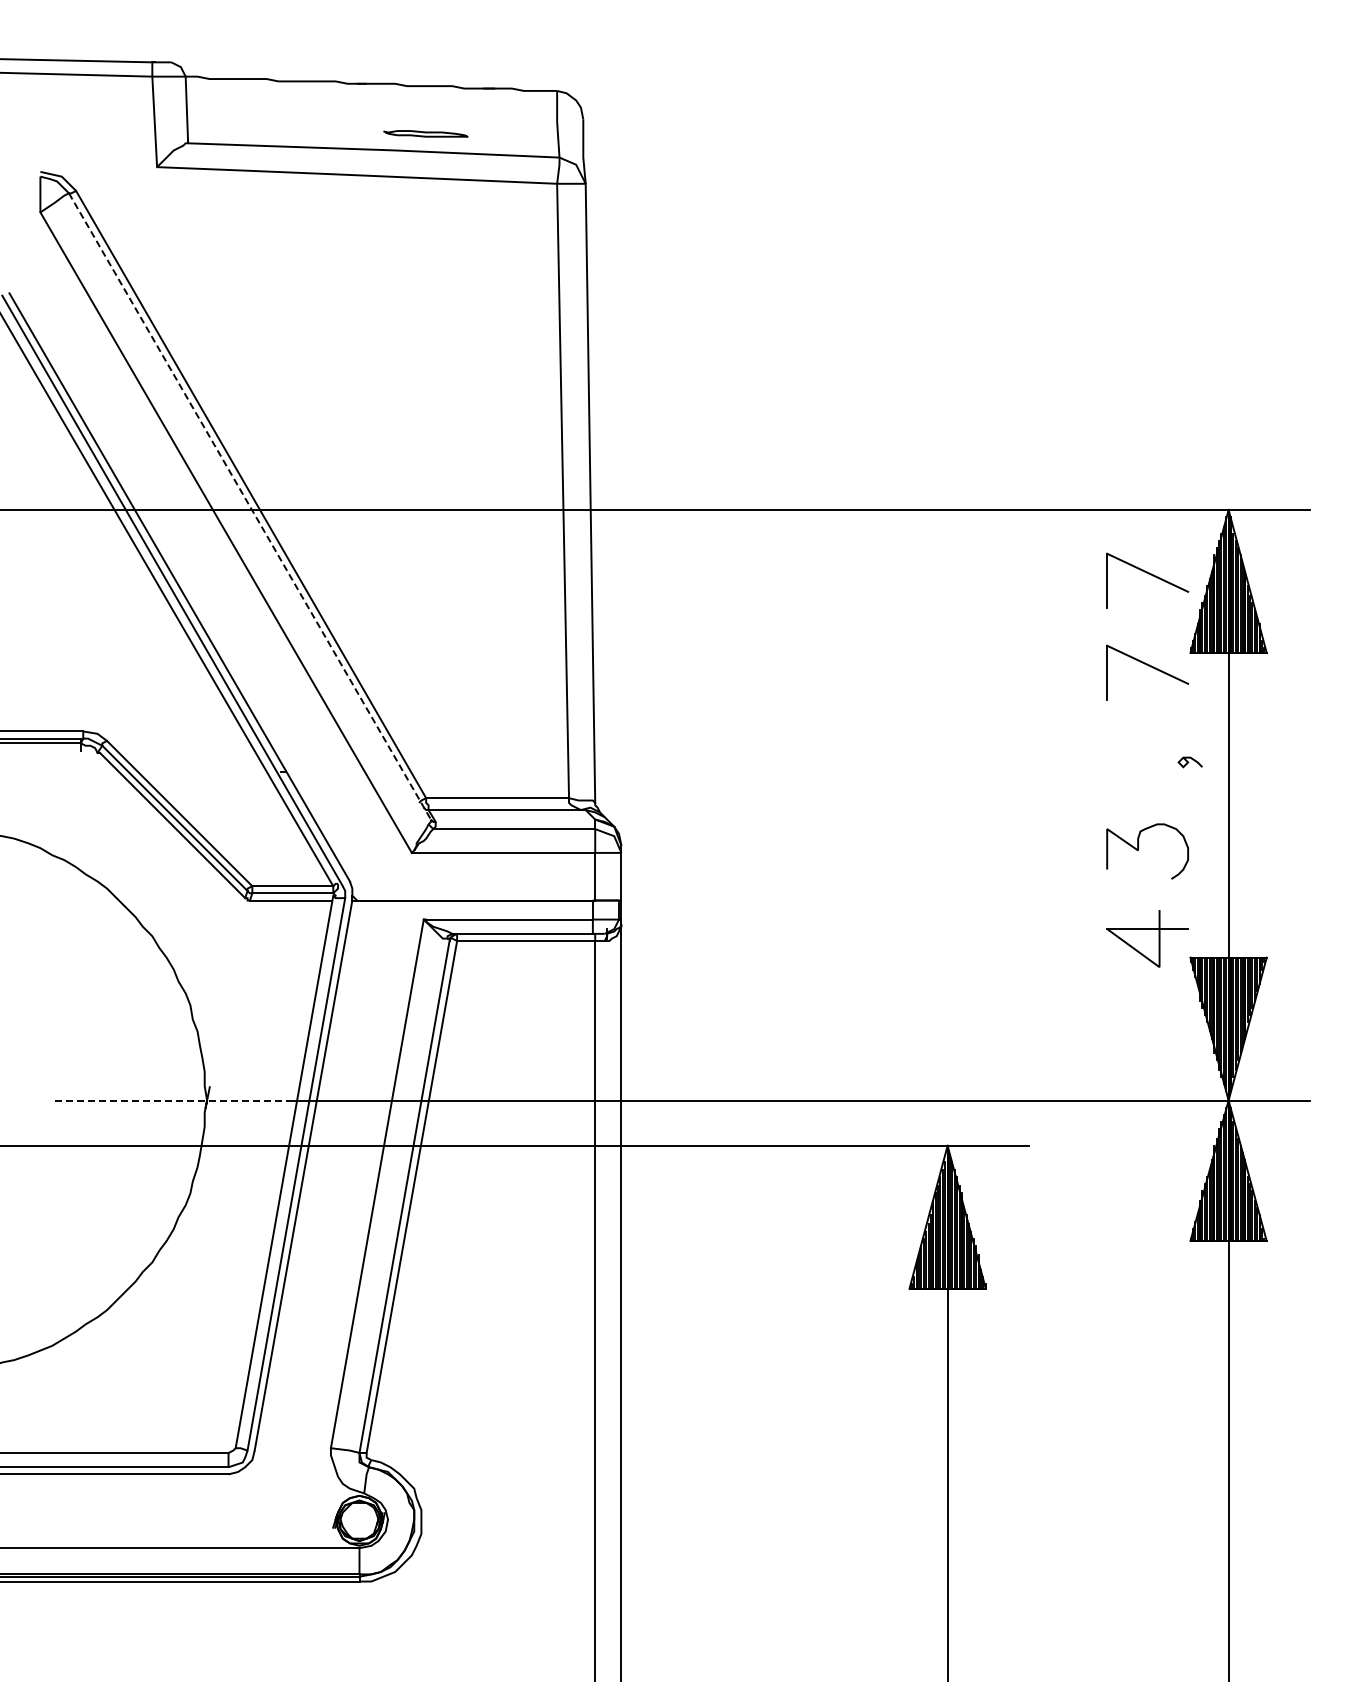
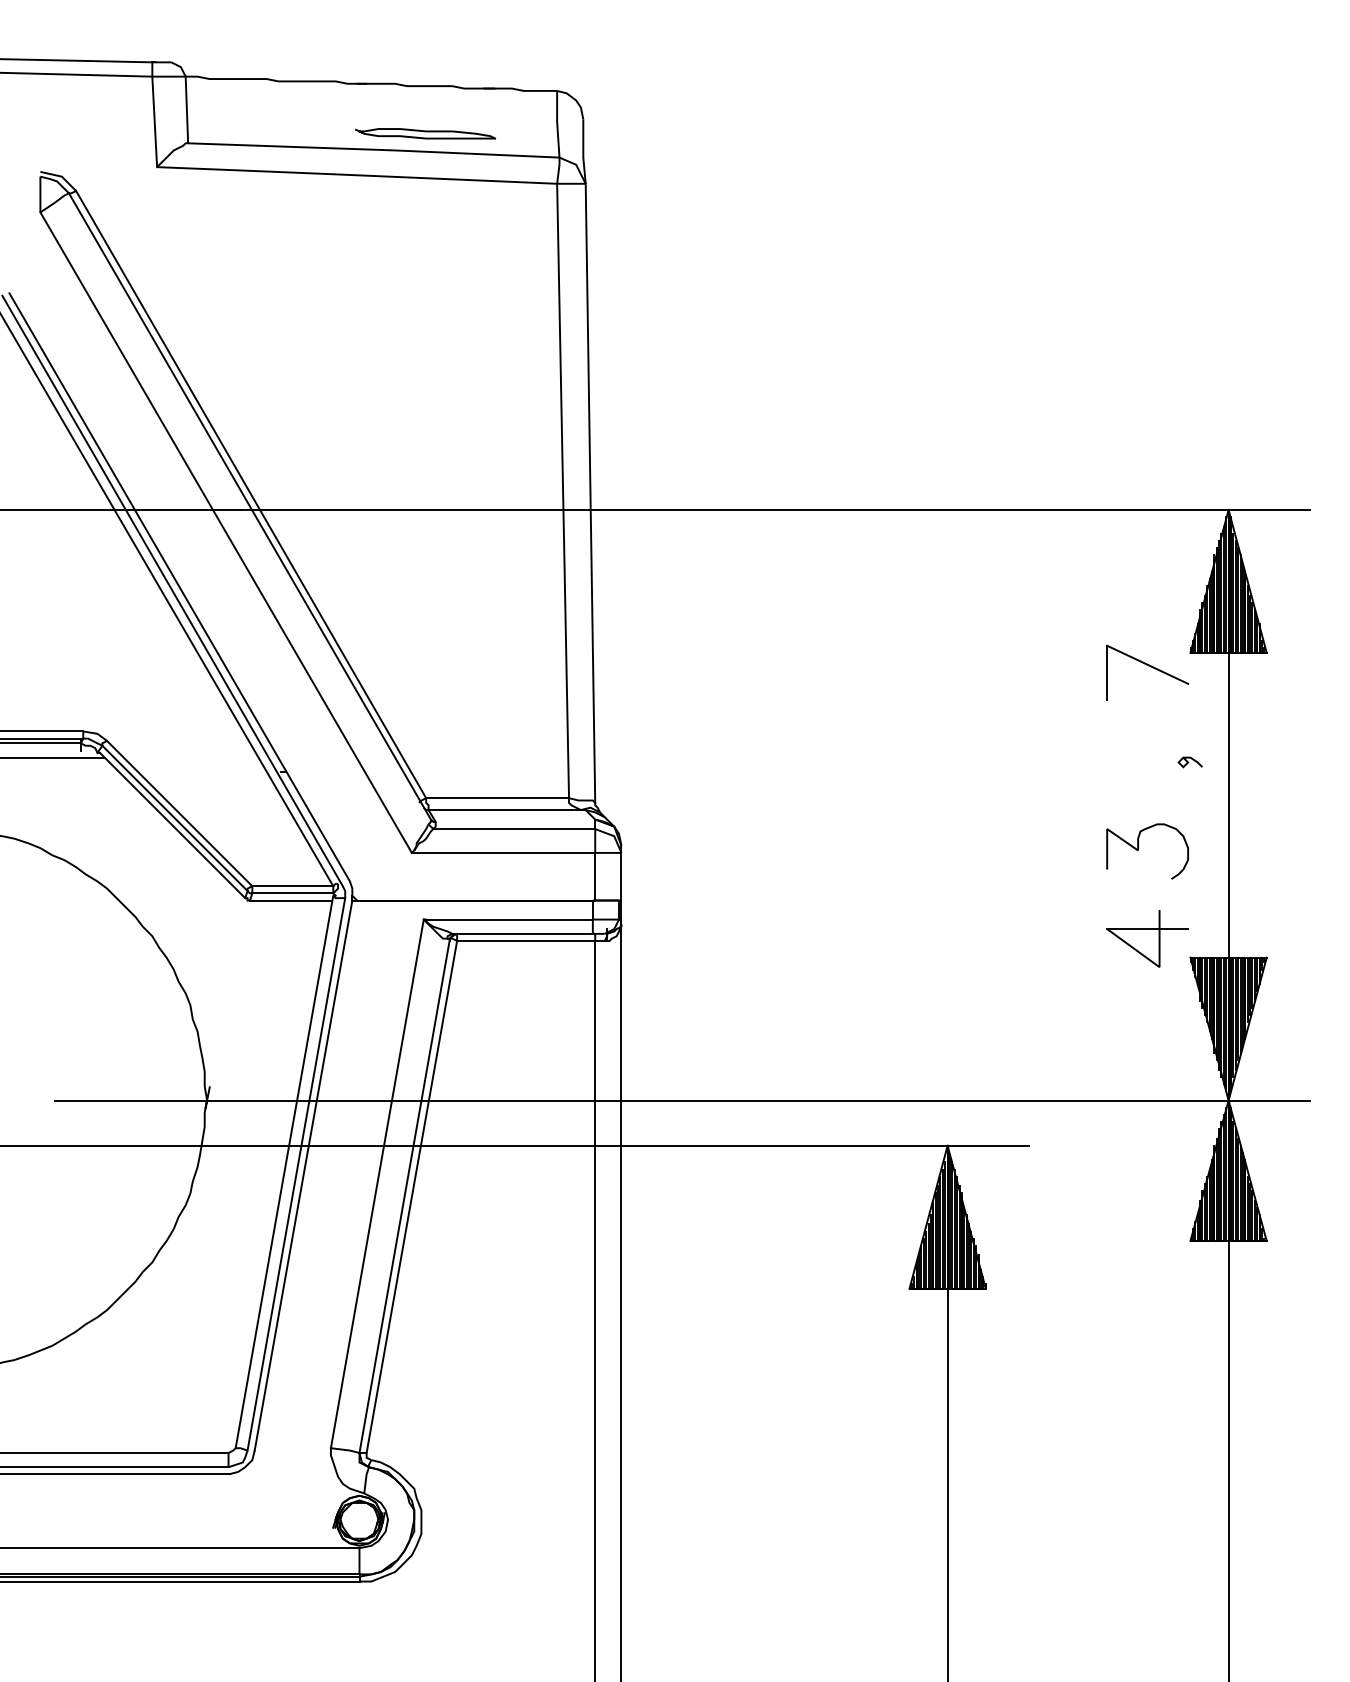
part at (425, 133) size: 86x8 px -> 142x12 px
line at (249, 506): dashed -> solid
part at (1147, 580): present -> none
line at (53, 757): none -> present
line at (171, 1100): dashed -> solid
